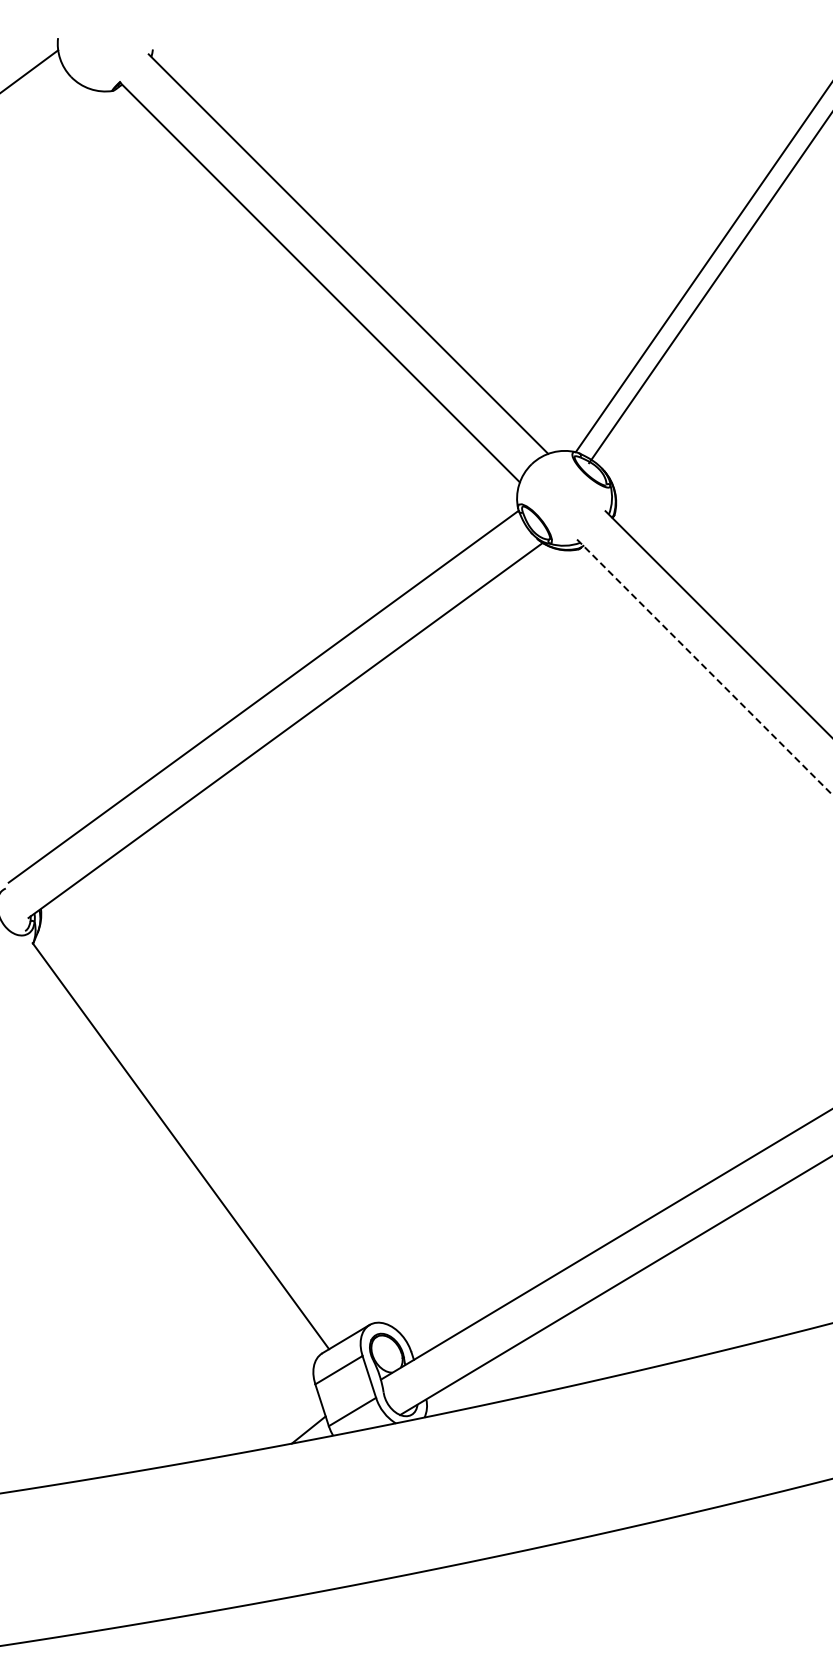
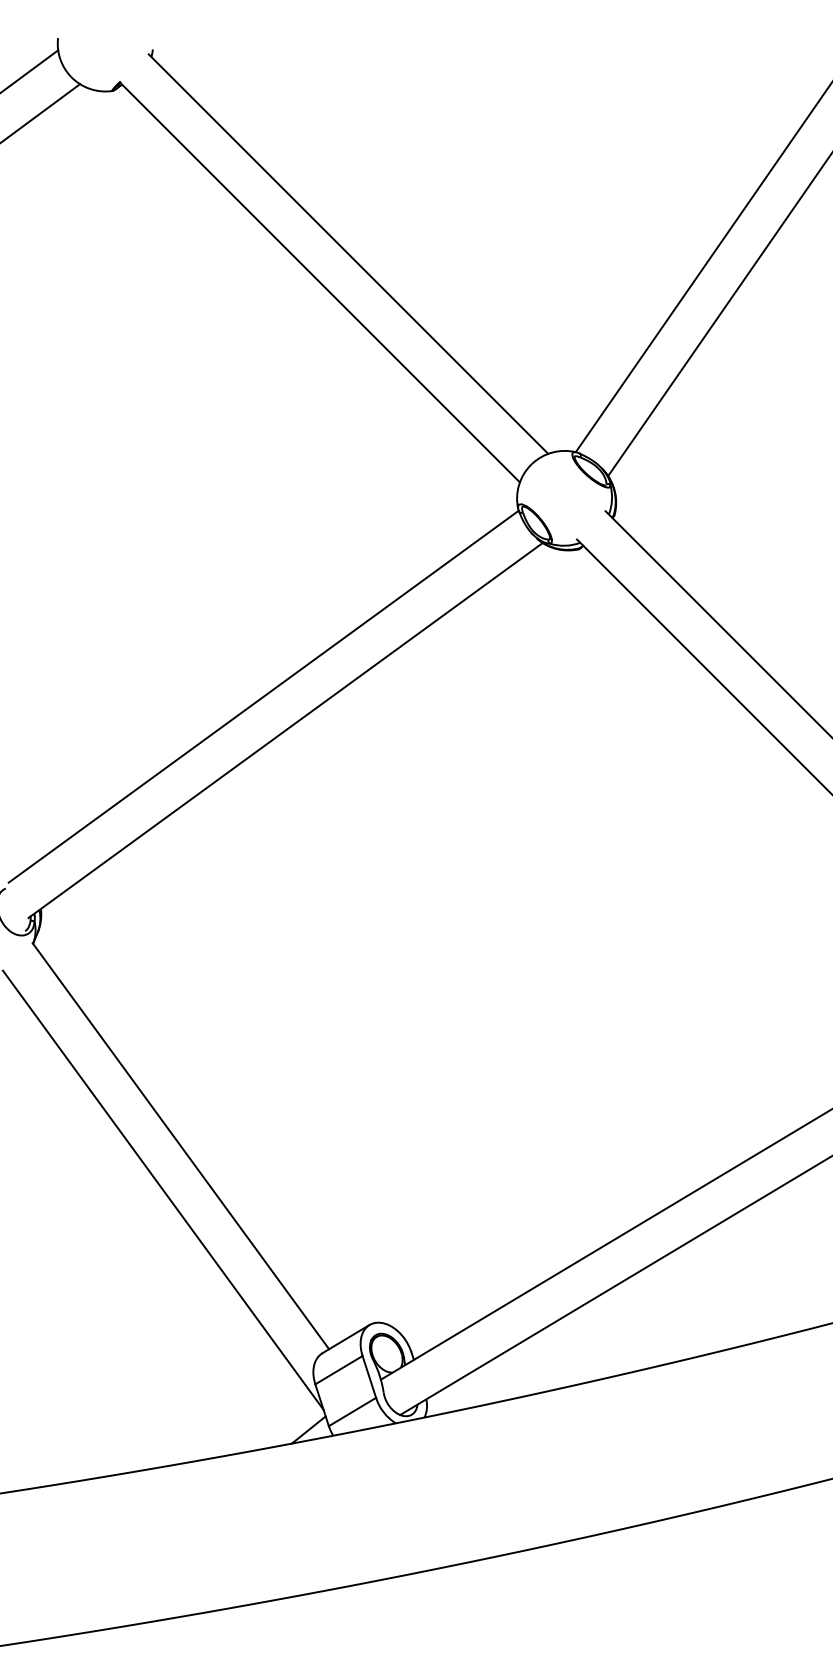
line at (41, 112): none -> present
line at (709, 289) position: (709, 289) -> (718, 316)
line at (704, 667): dashed -> solid
line at (162, 1189): none -> present
